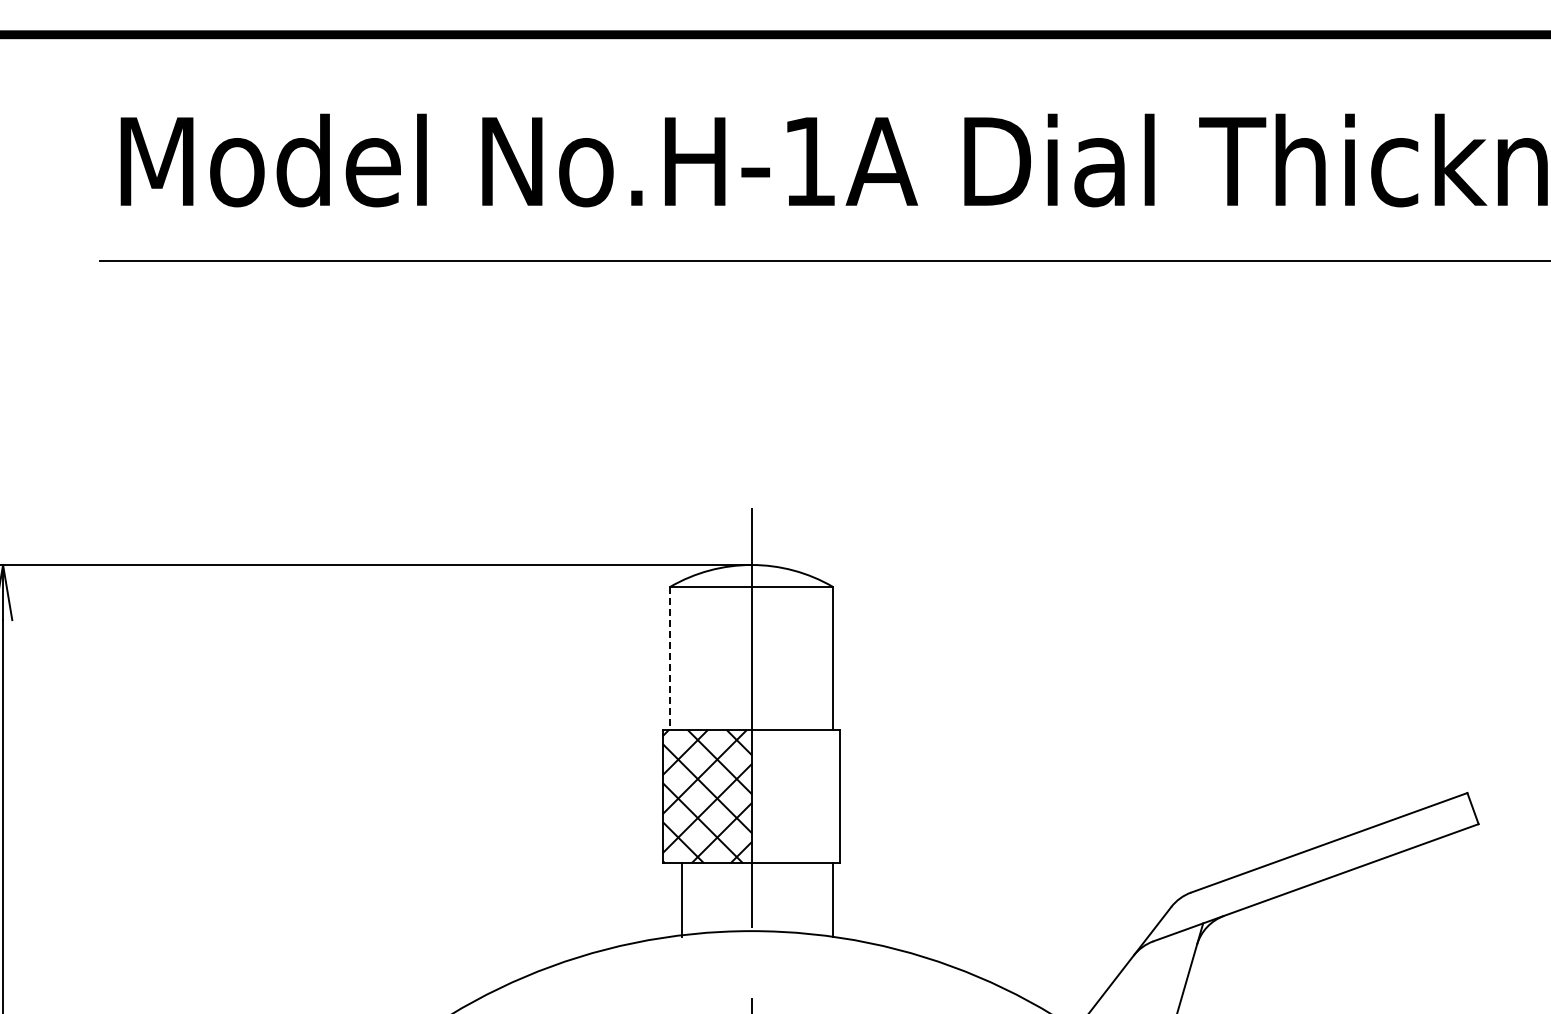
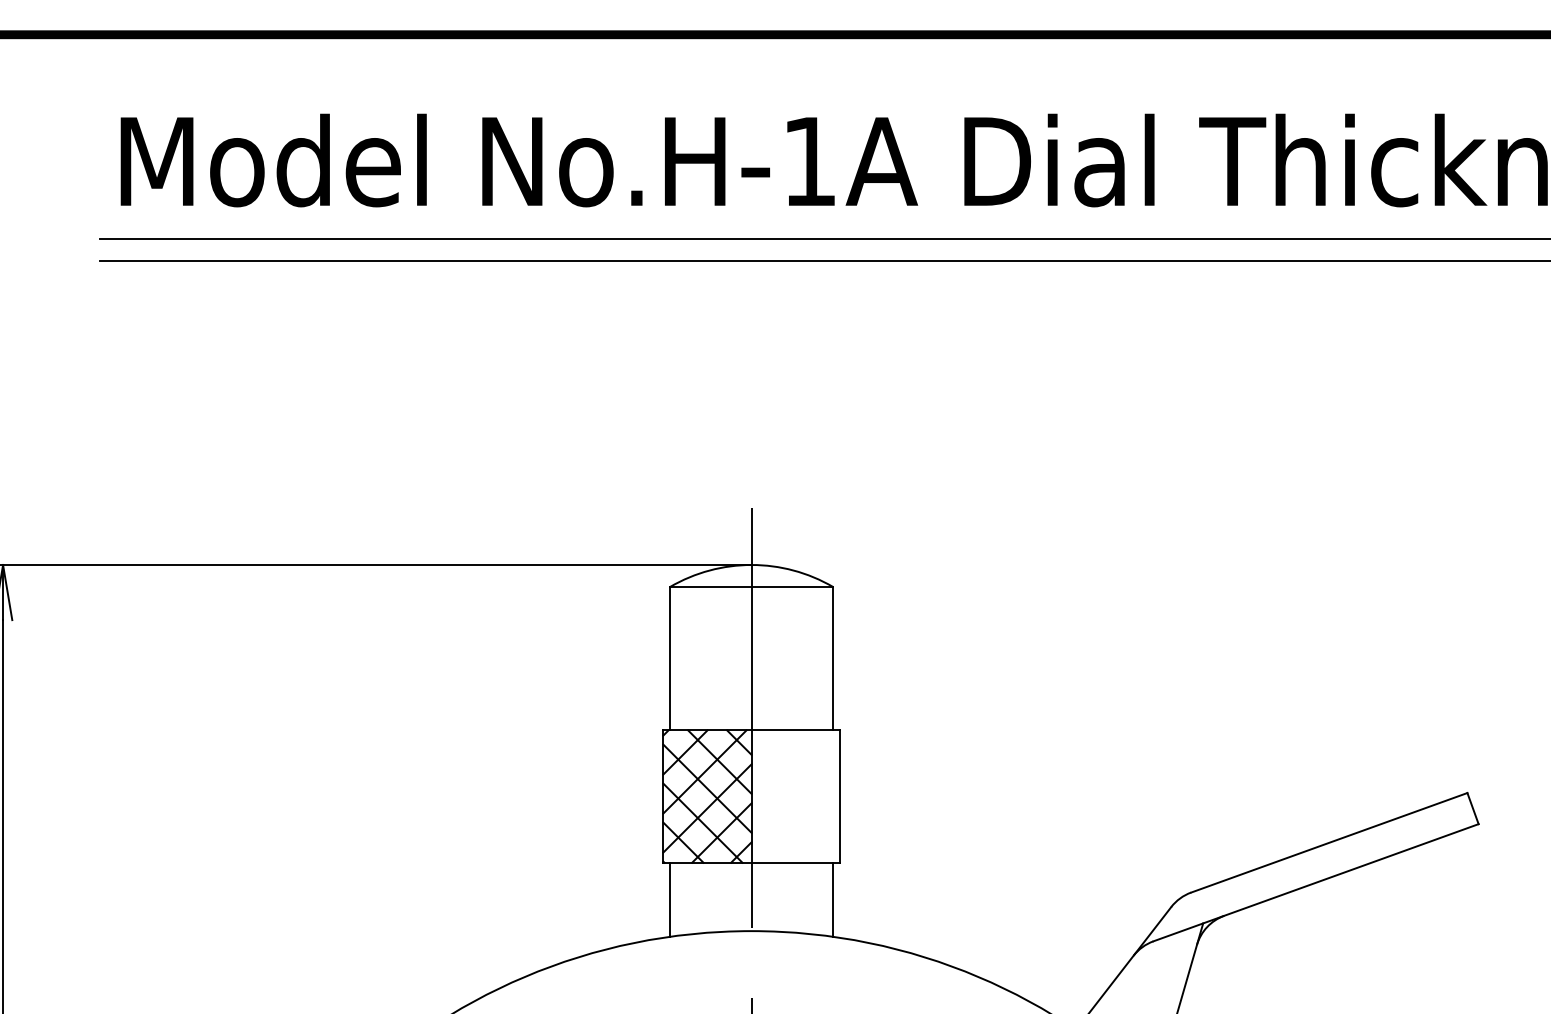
line at (823, 239): none -> present
line at (670, 658): dashed -> solid
line at (682, 899) position: (682, 899) -> (670, 899)
